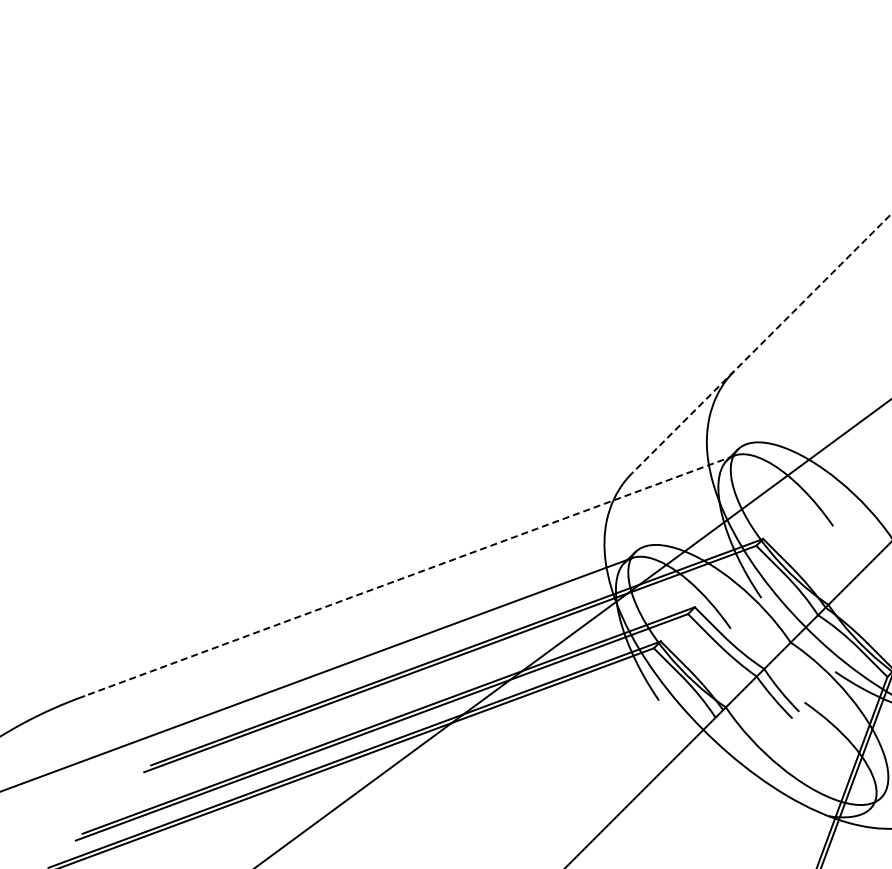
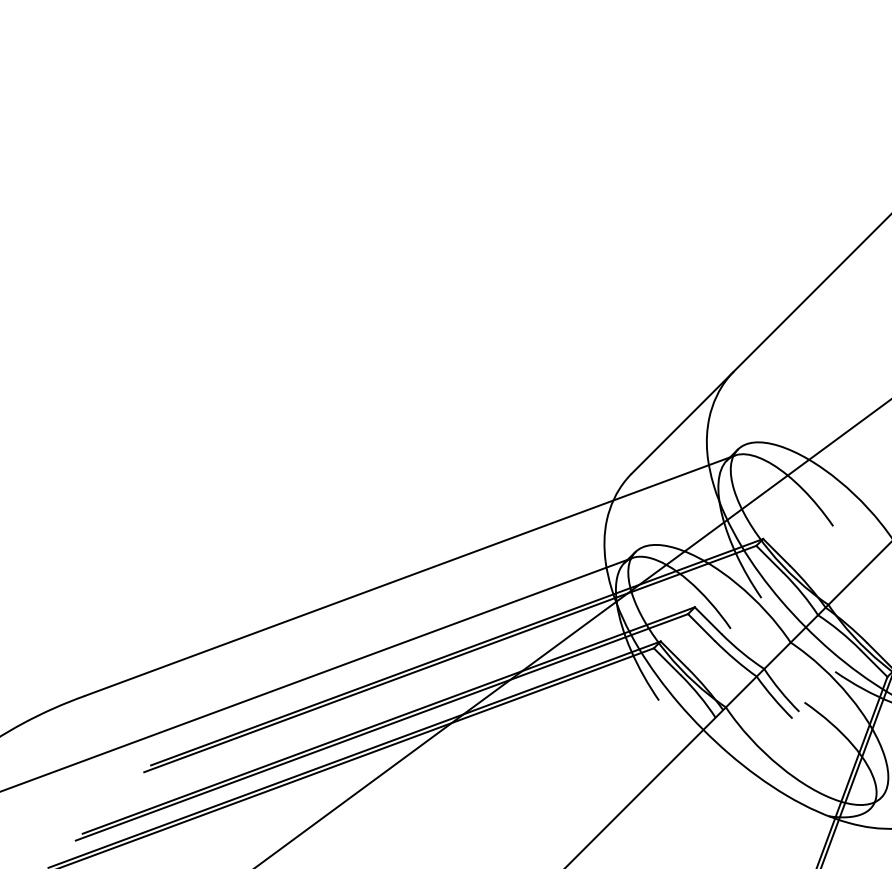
line at (761, 343): dashed -> solid
line at (409, 576): dashed -> solid
